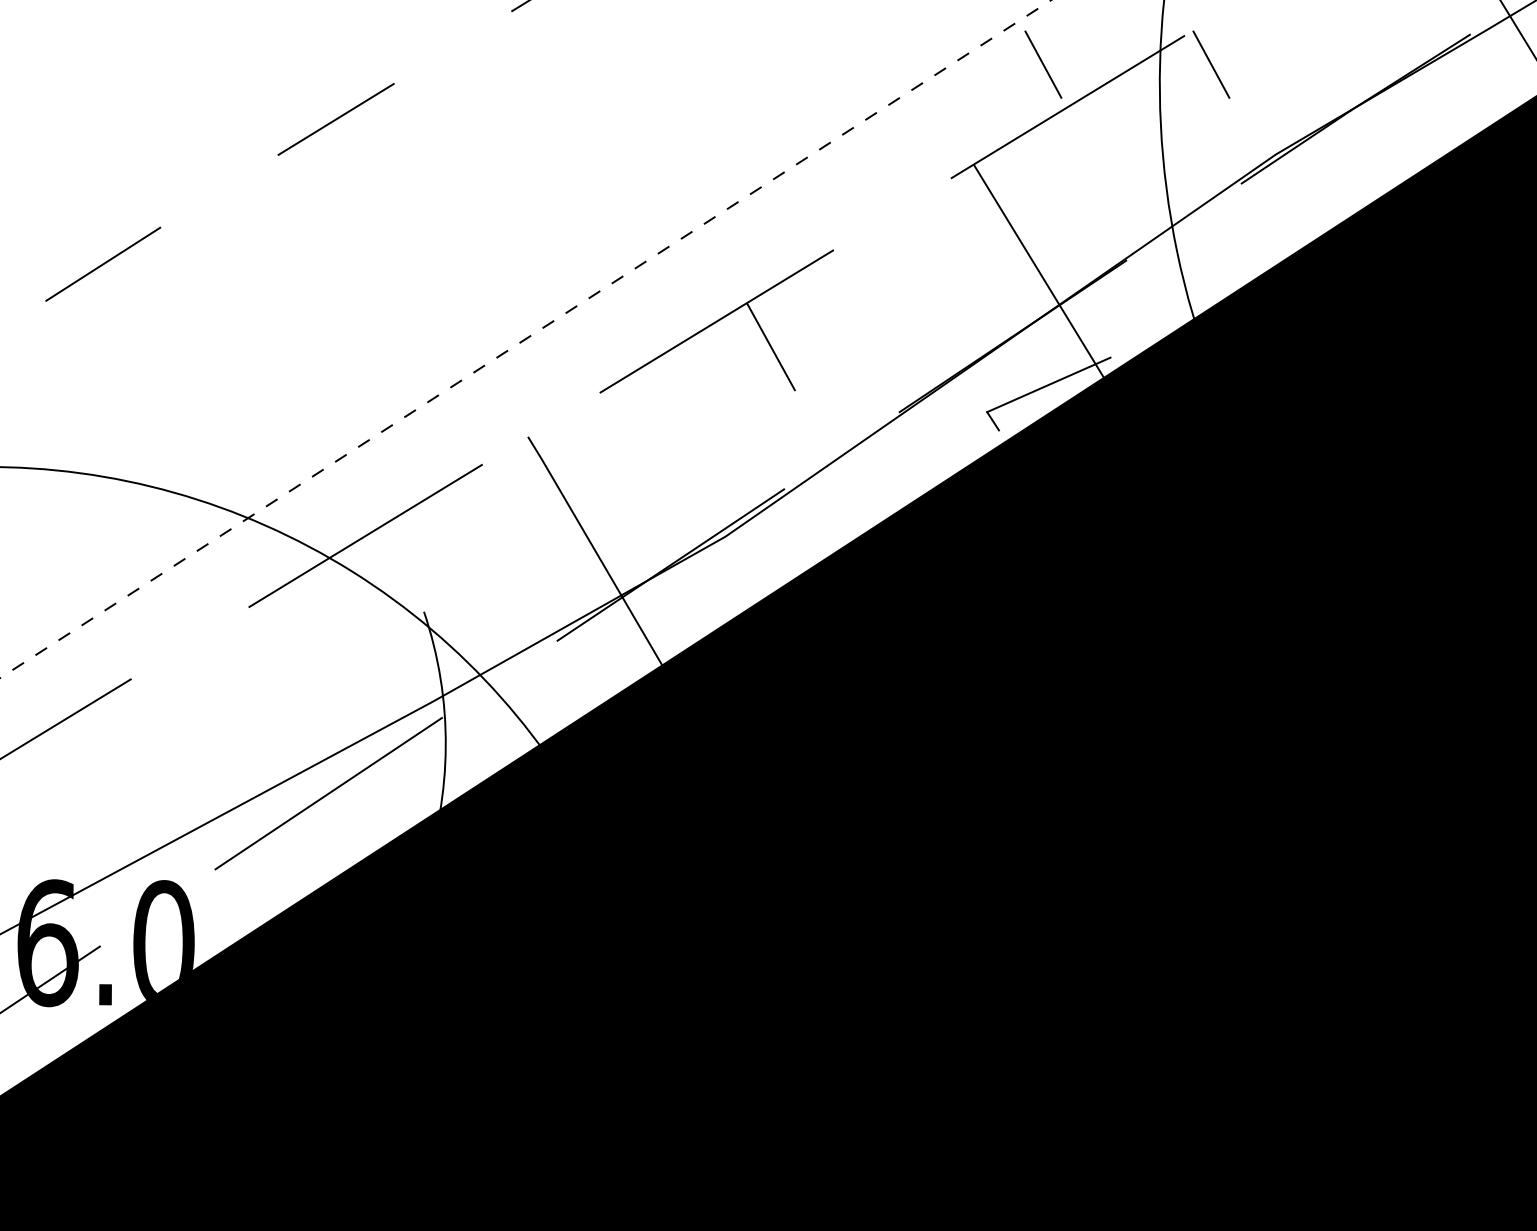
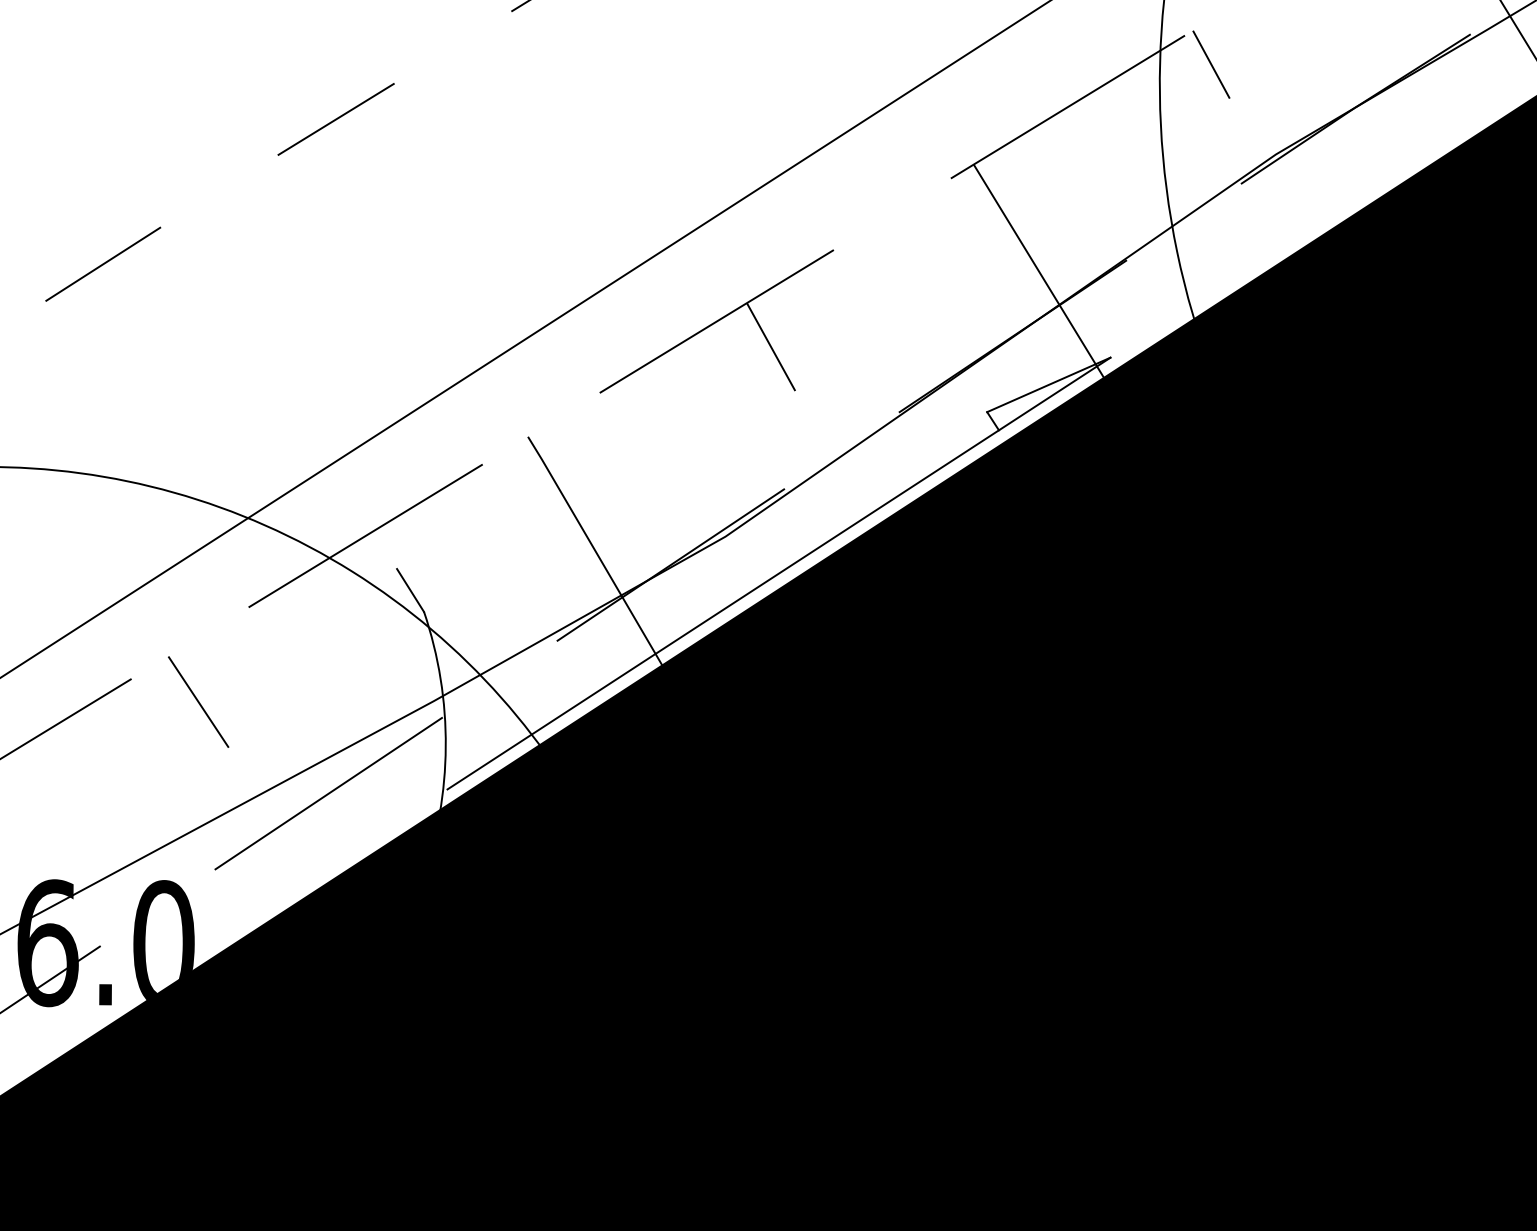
line at (1043, 64): present -> none
line at (525, 339): dashed -> solid
line at (778, 573): none -> present
line at (410, 590): none -> present
line at (198, 701): none -> present
